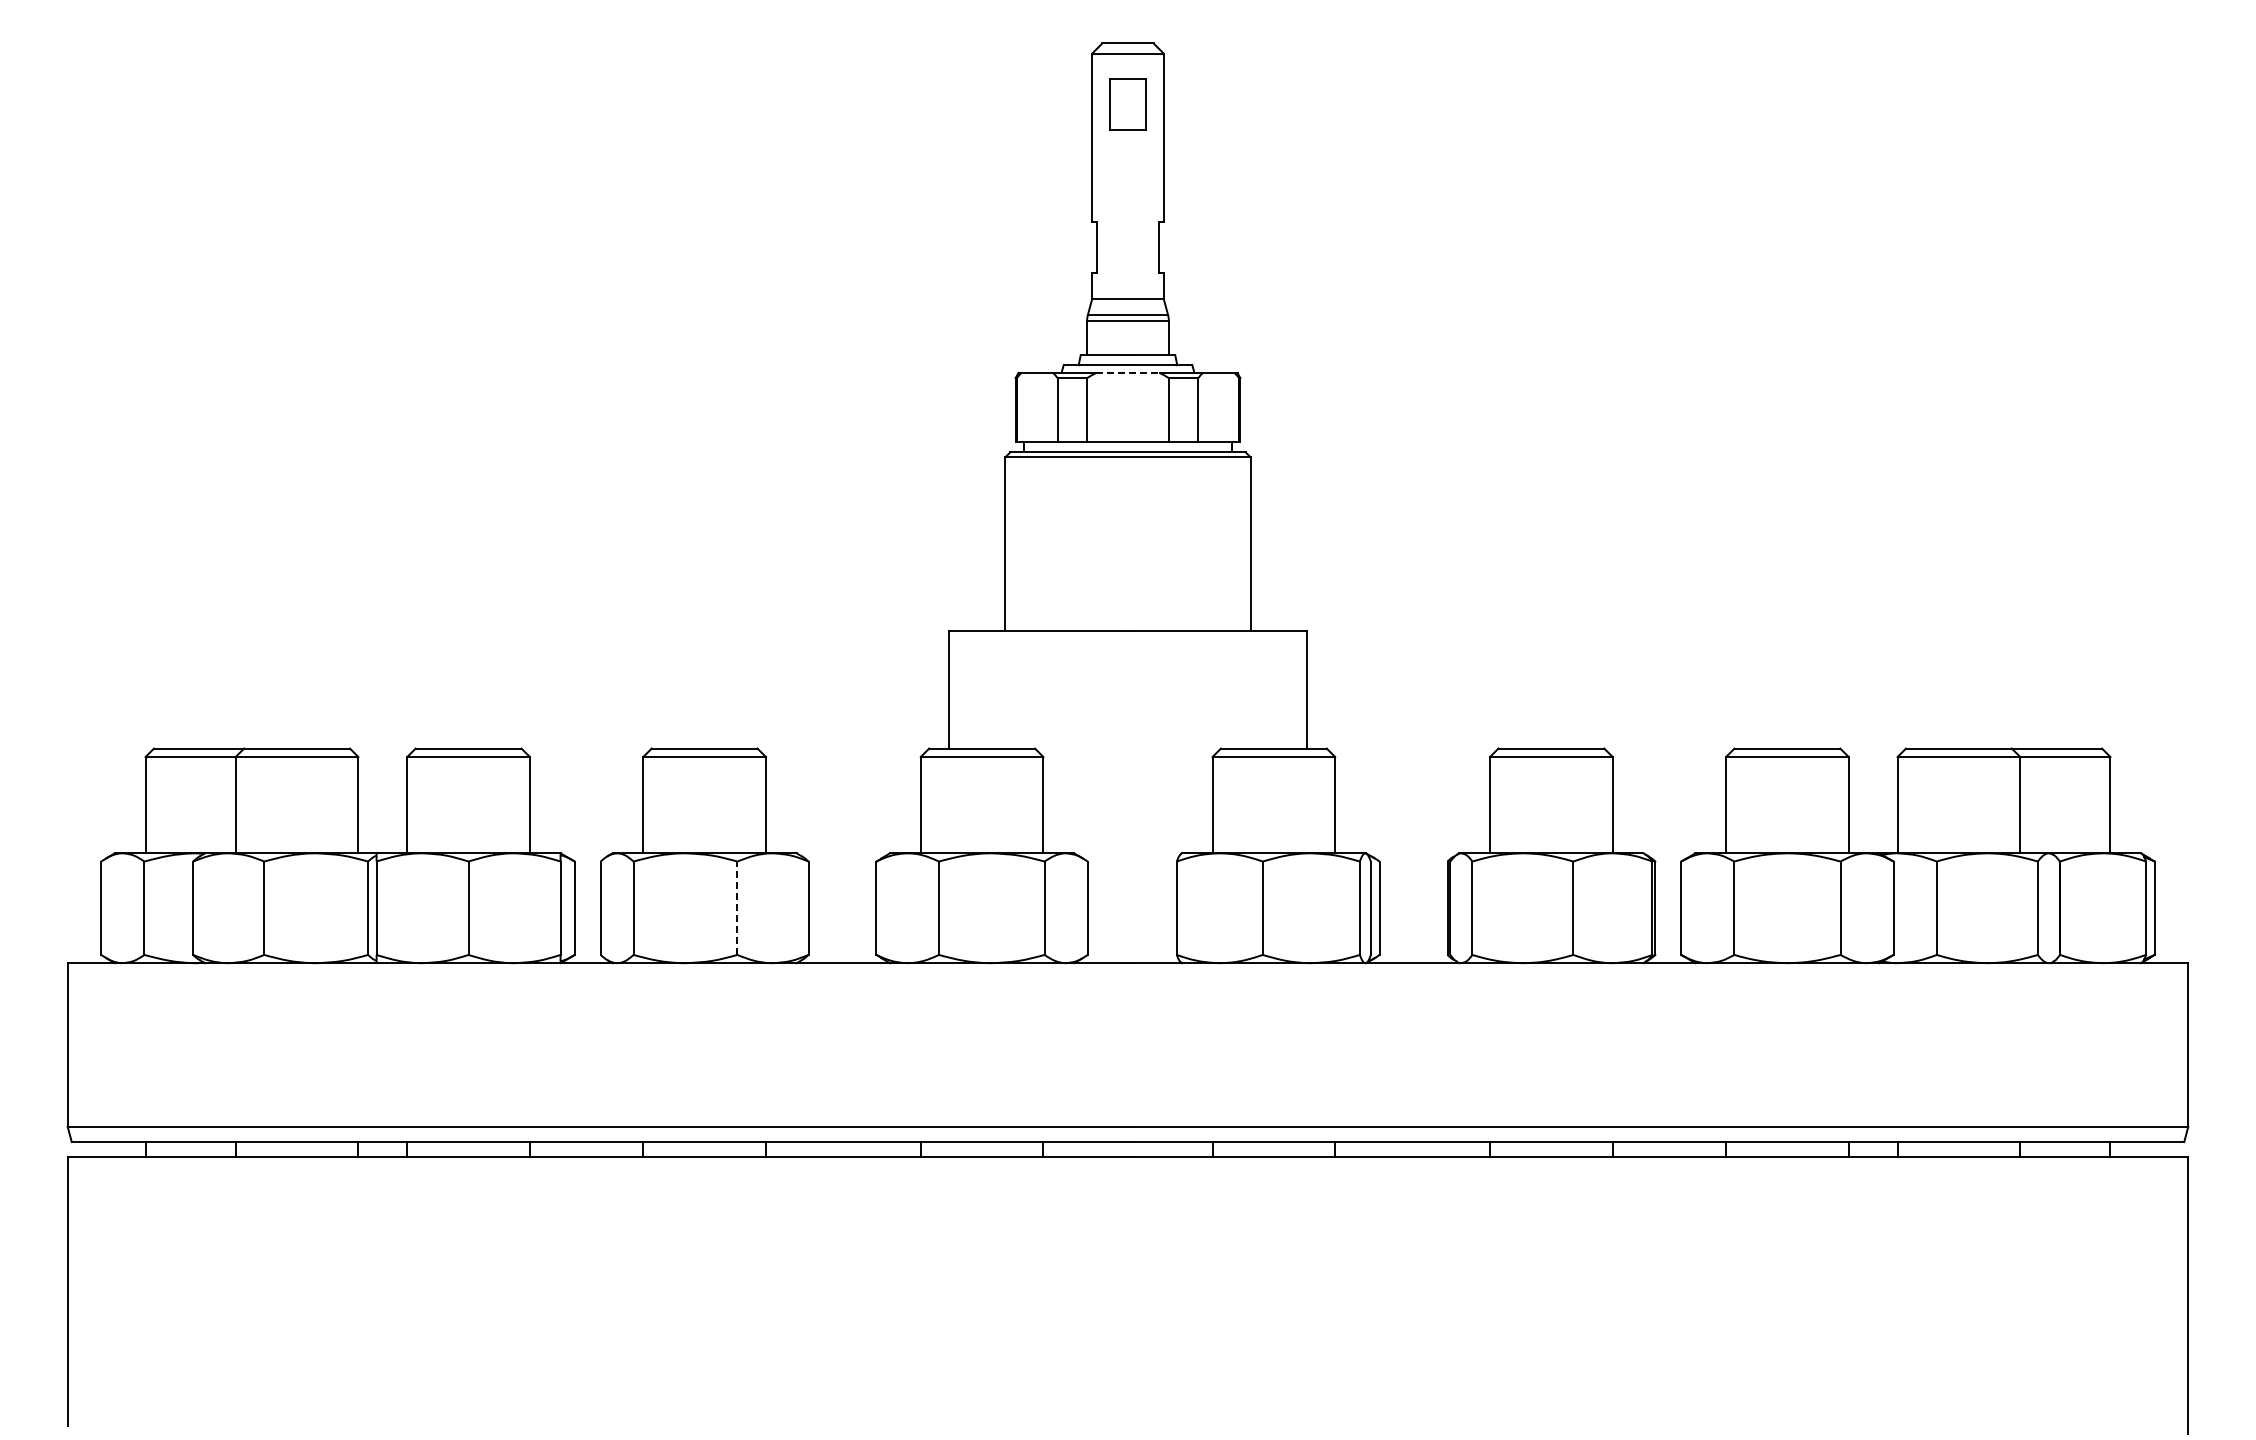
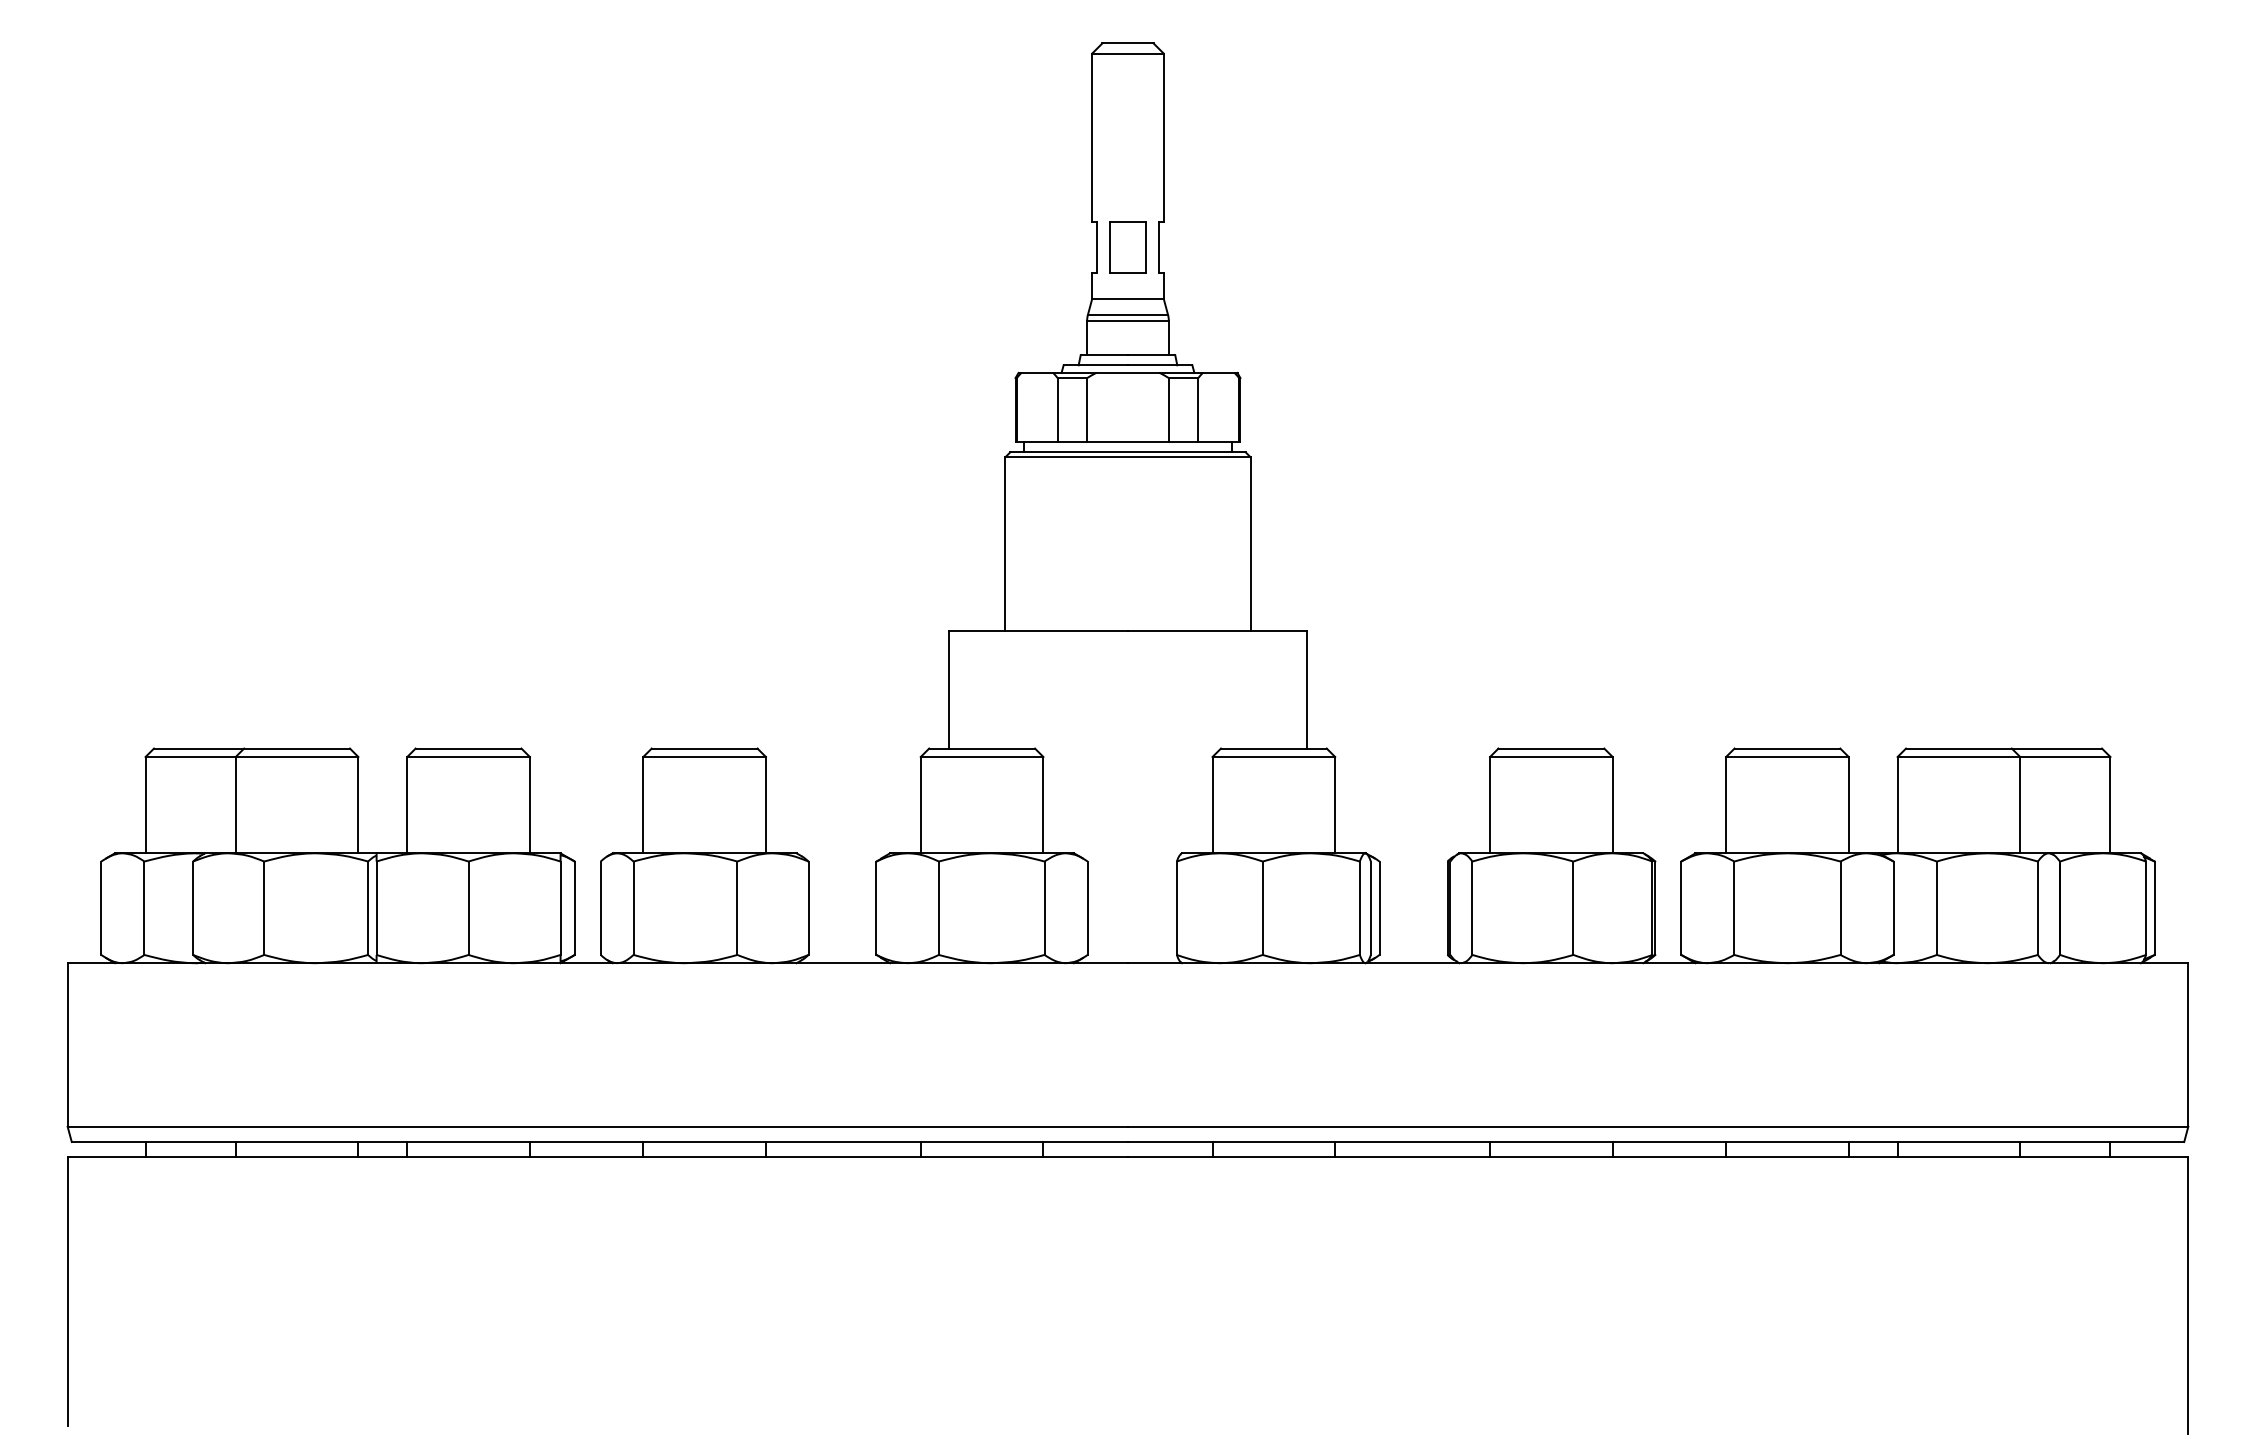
part at (1127, 104) position: (1127, 104) -> (1127, 247)
line at (1127, 372): dashed -> solid
line at (737, 908): dashed -> solid
